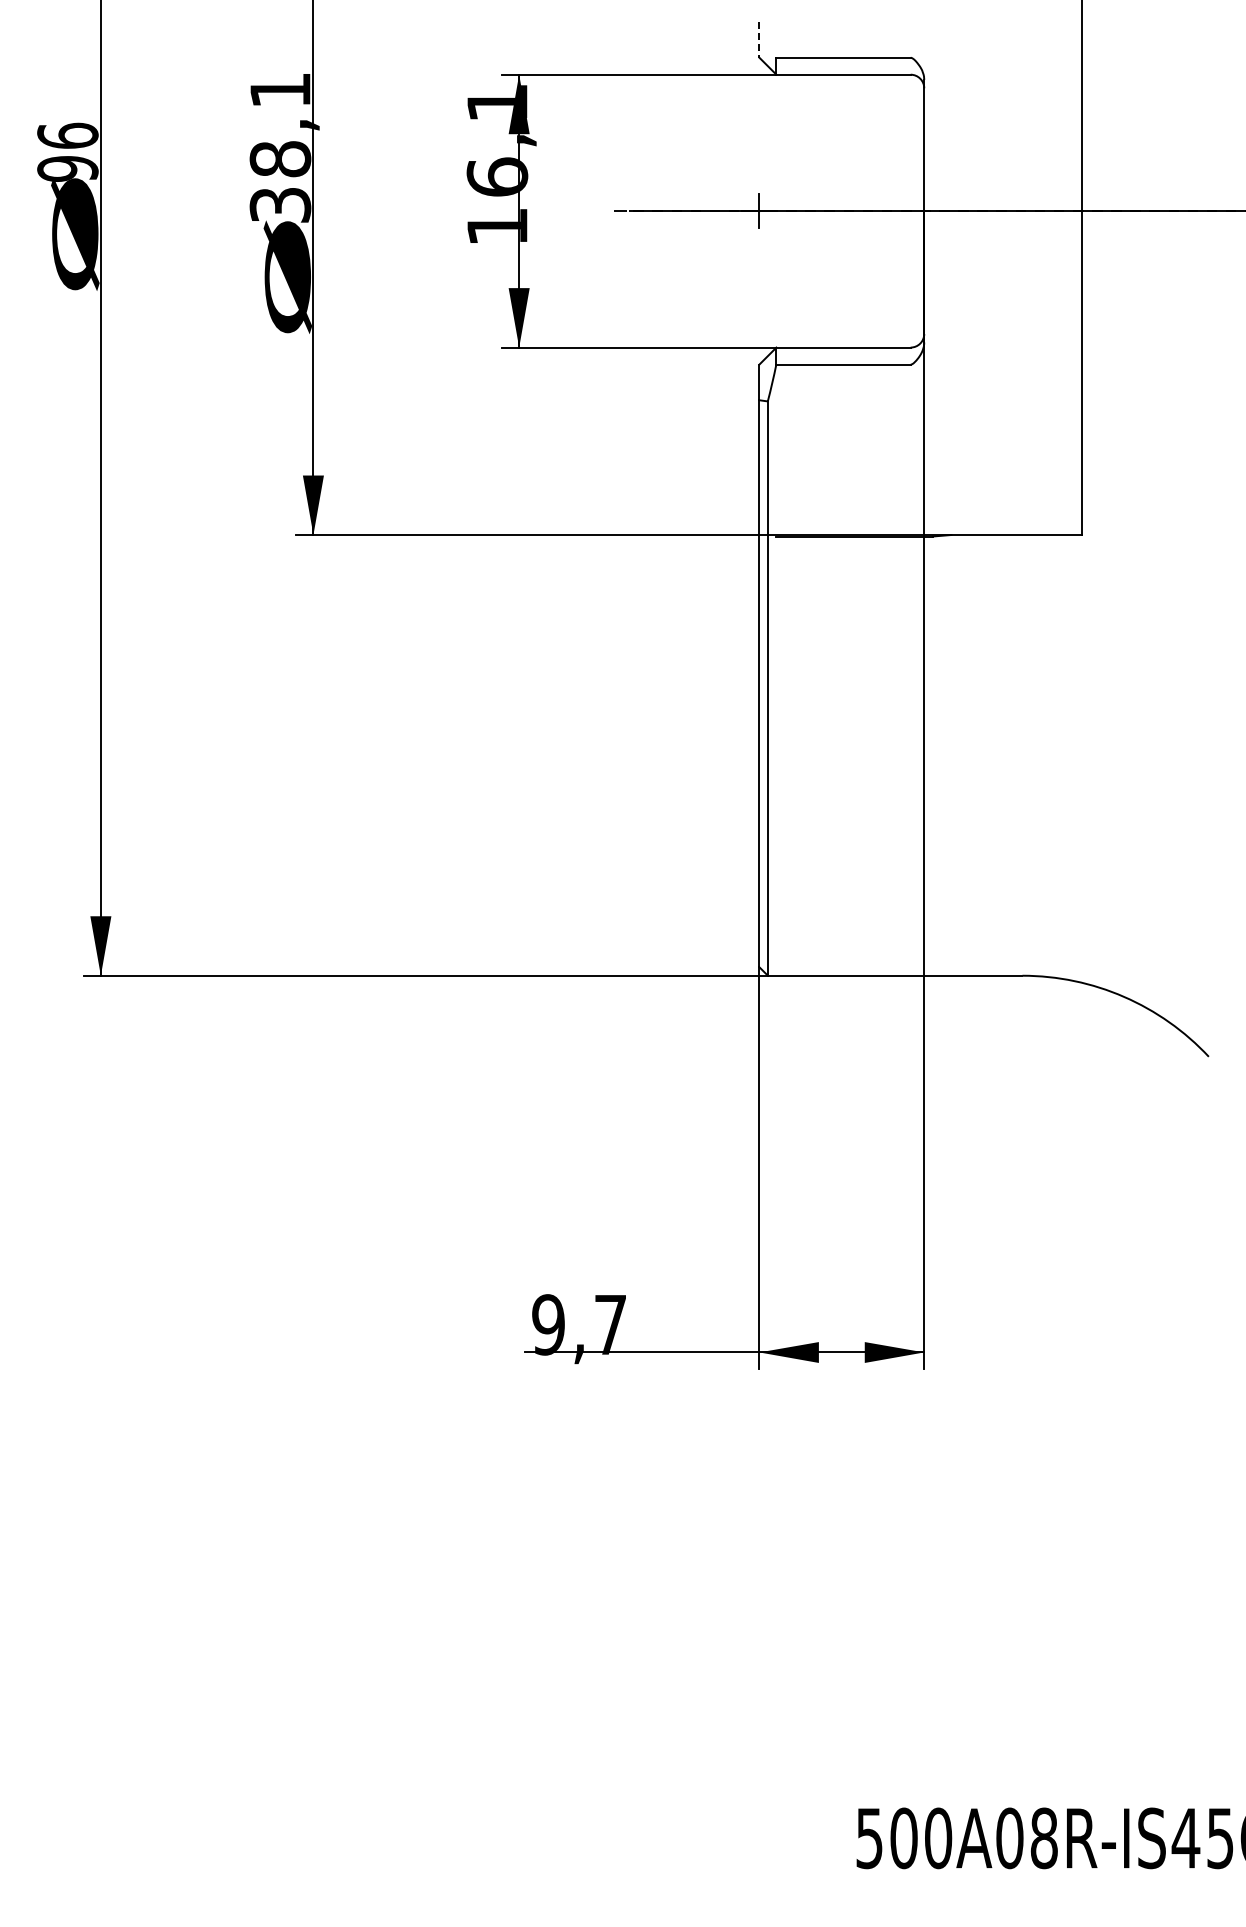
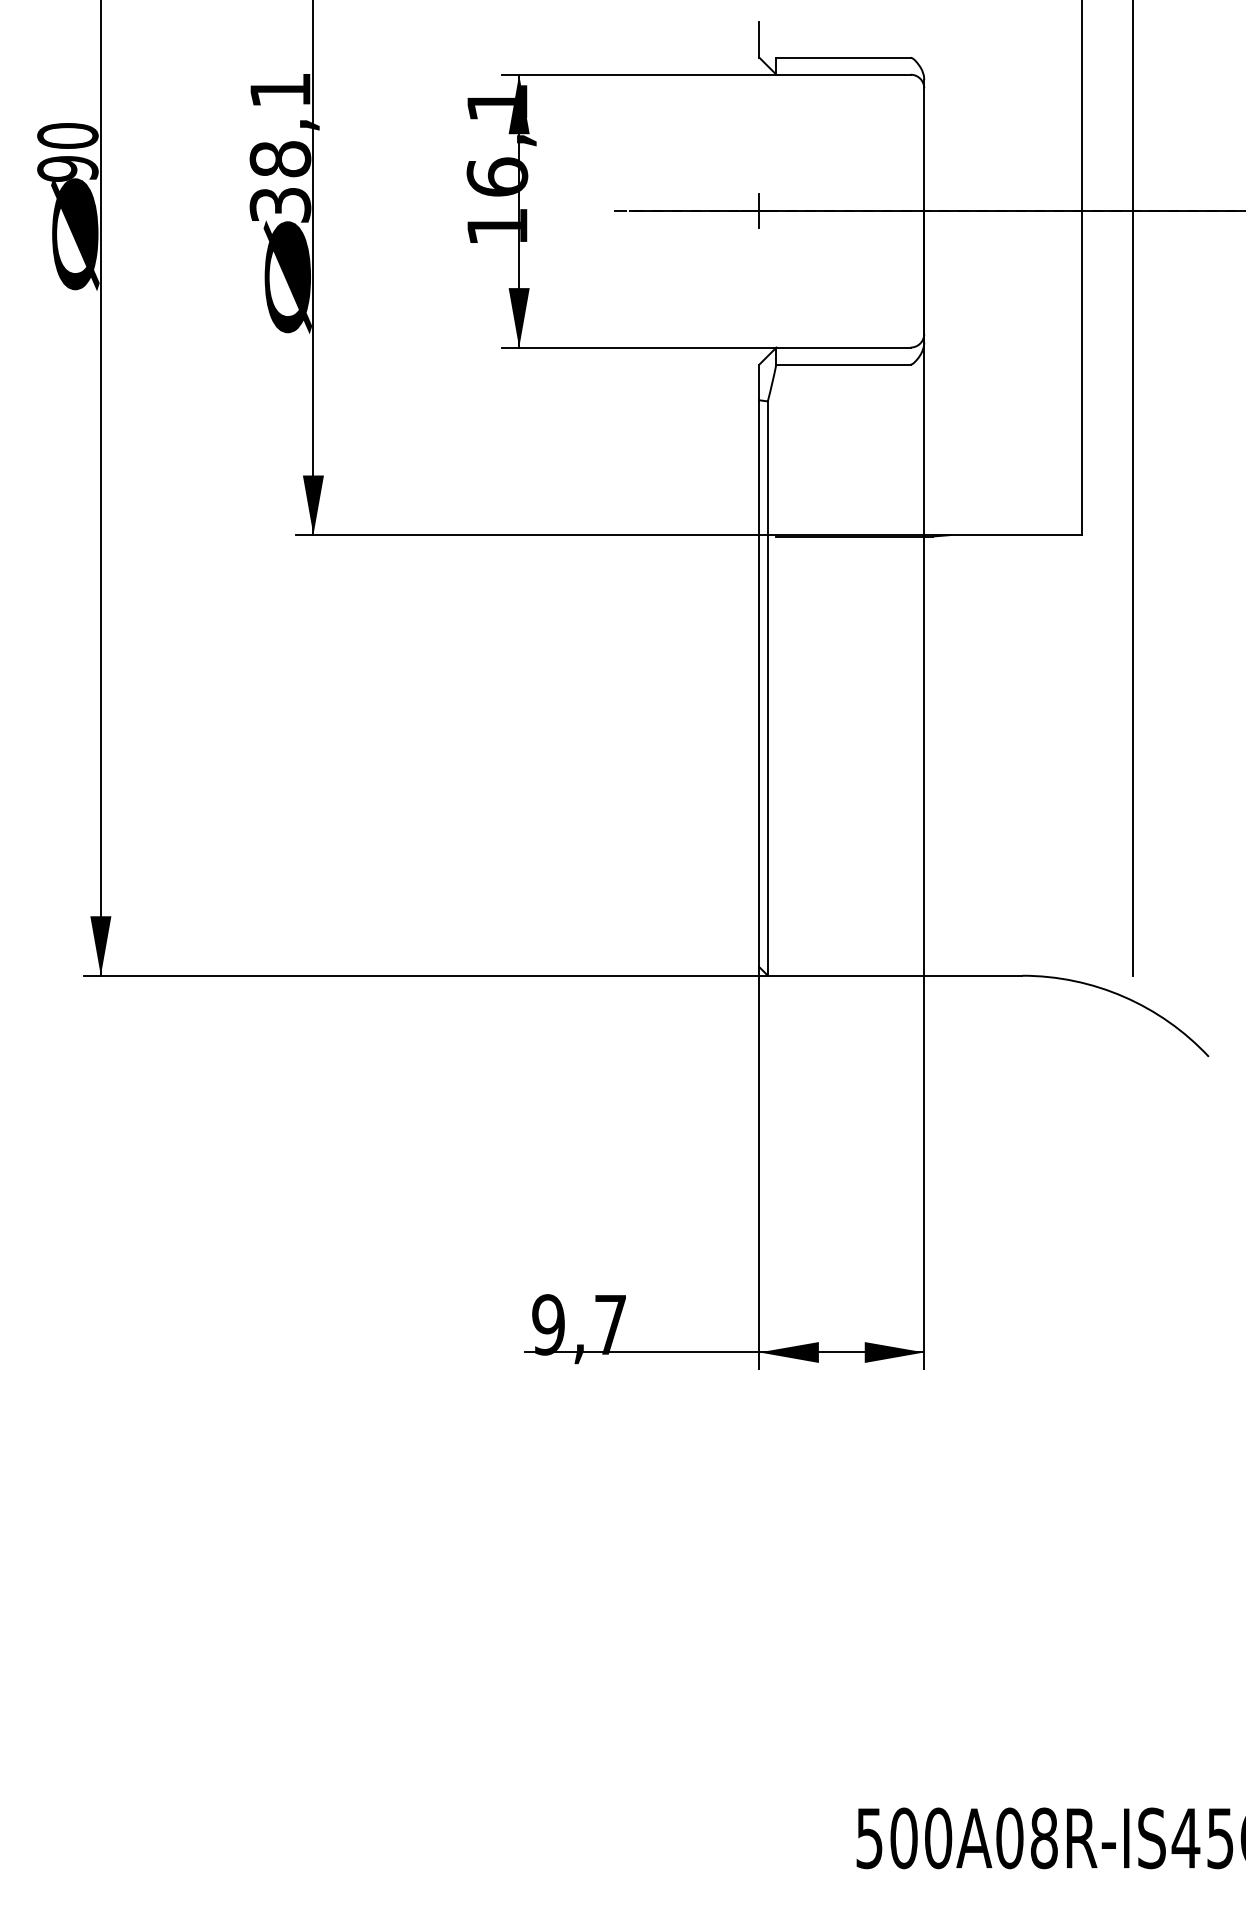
line at (759, 39): dashed -> solid
text at (67, 135): 96 -> 90
line at (1133, 488): none -> present
